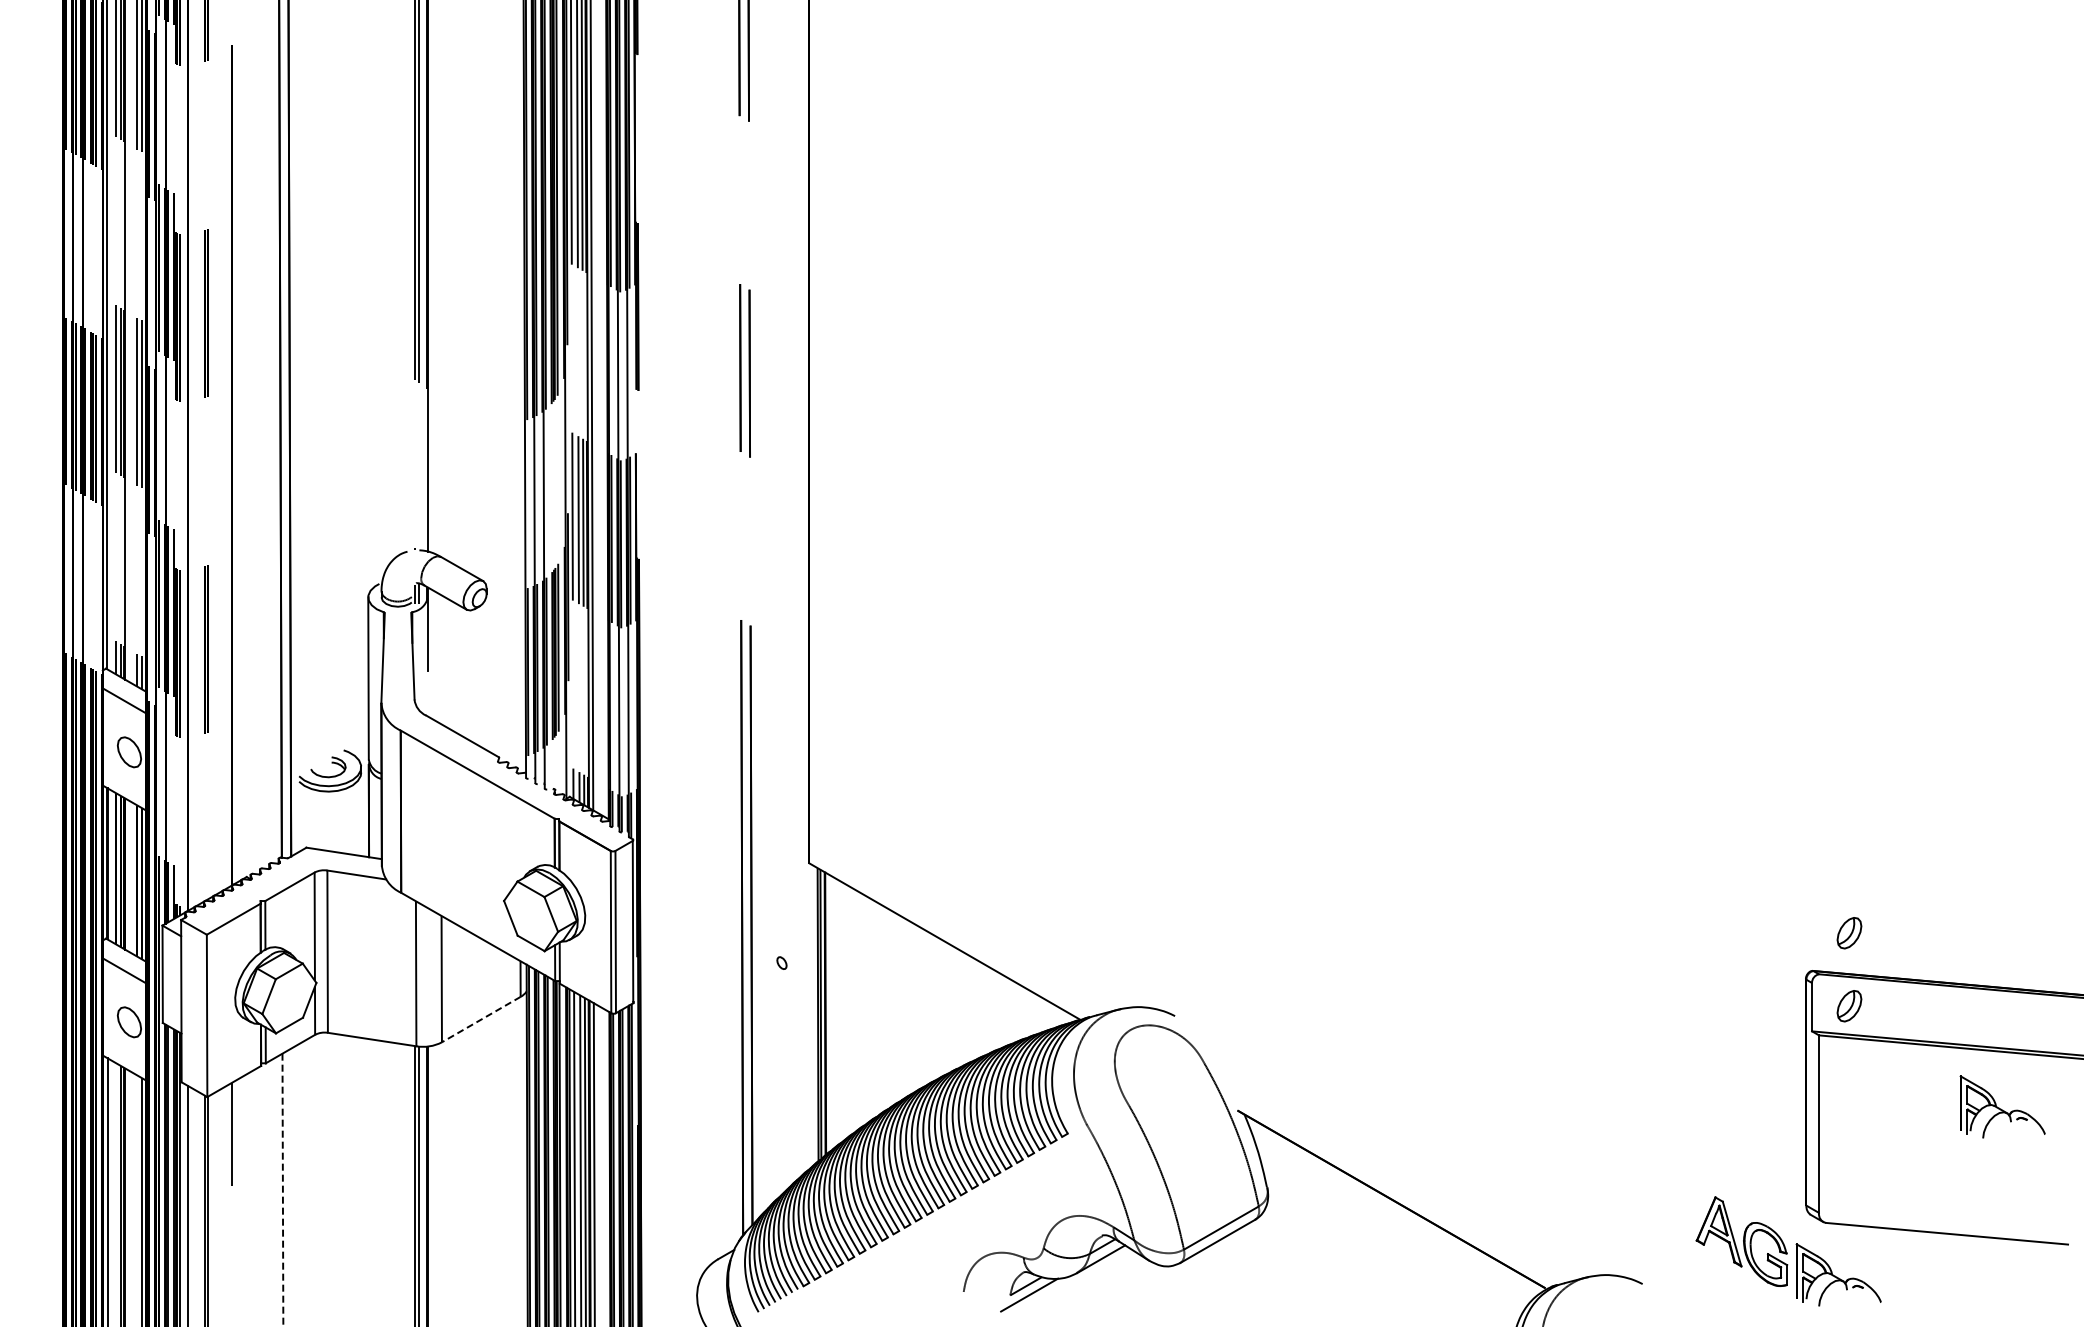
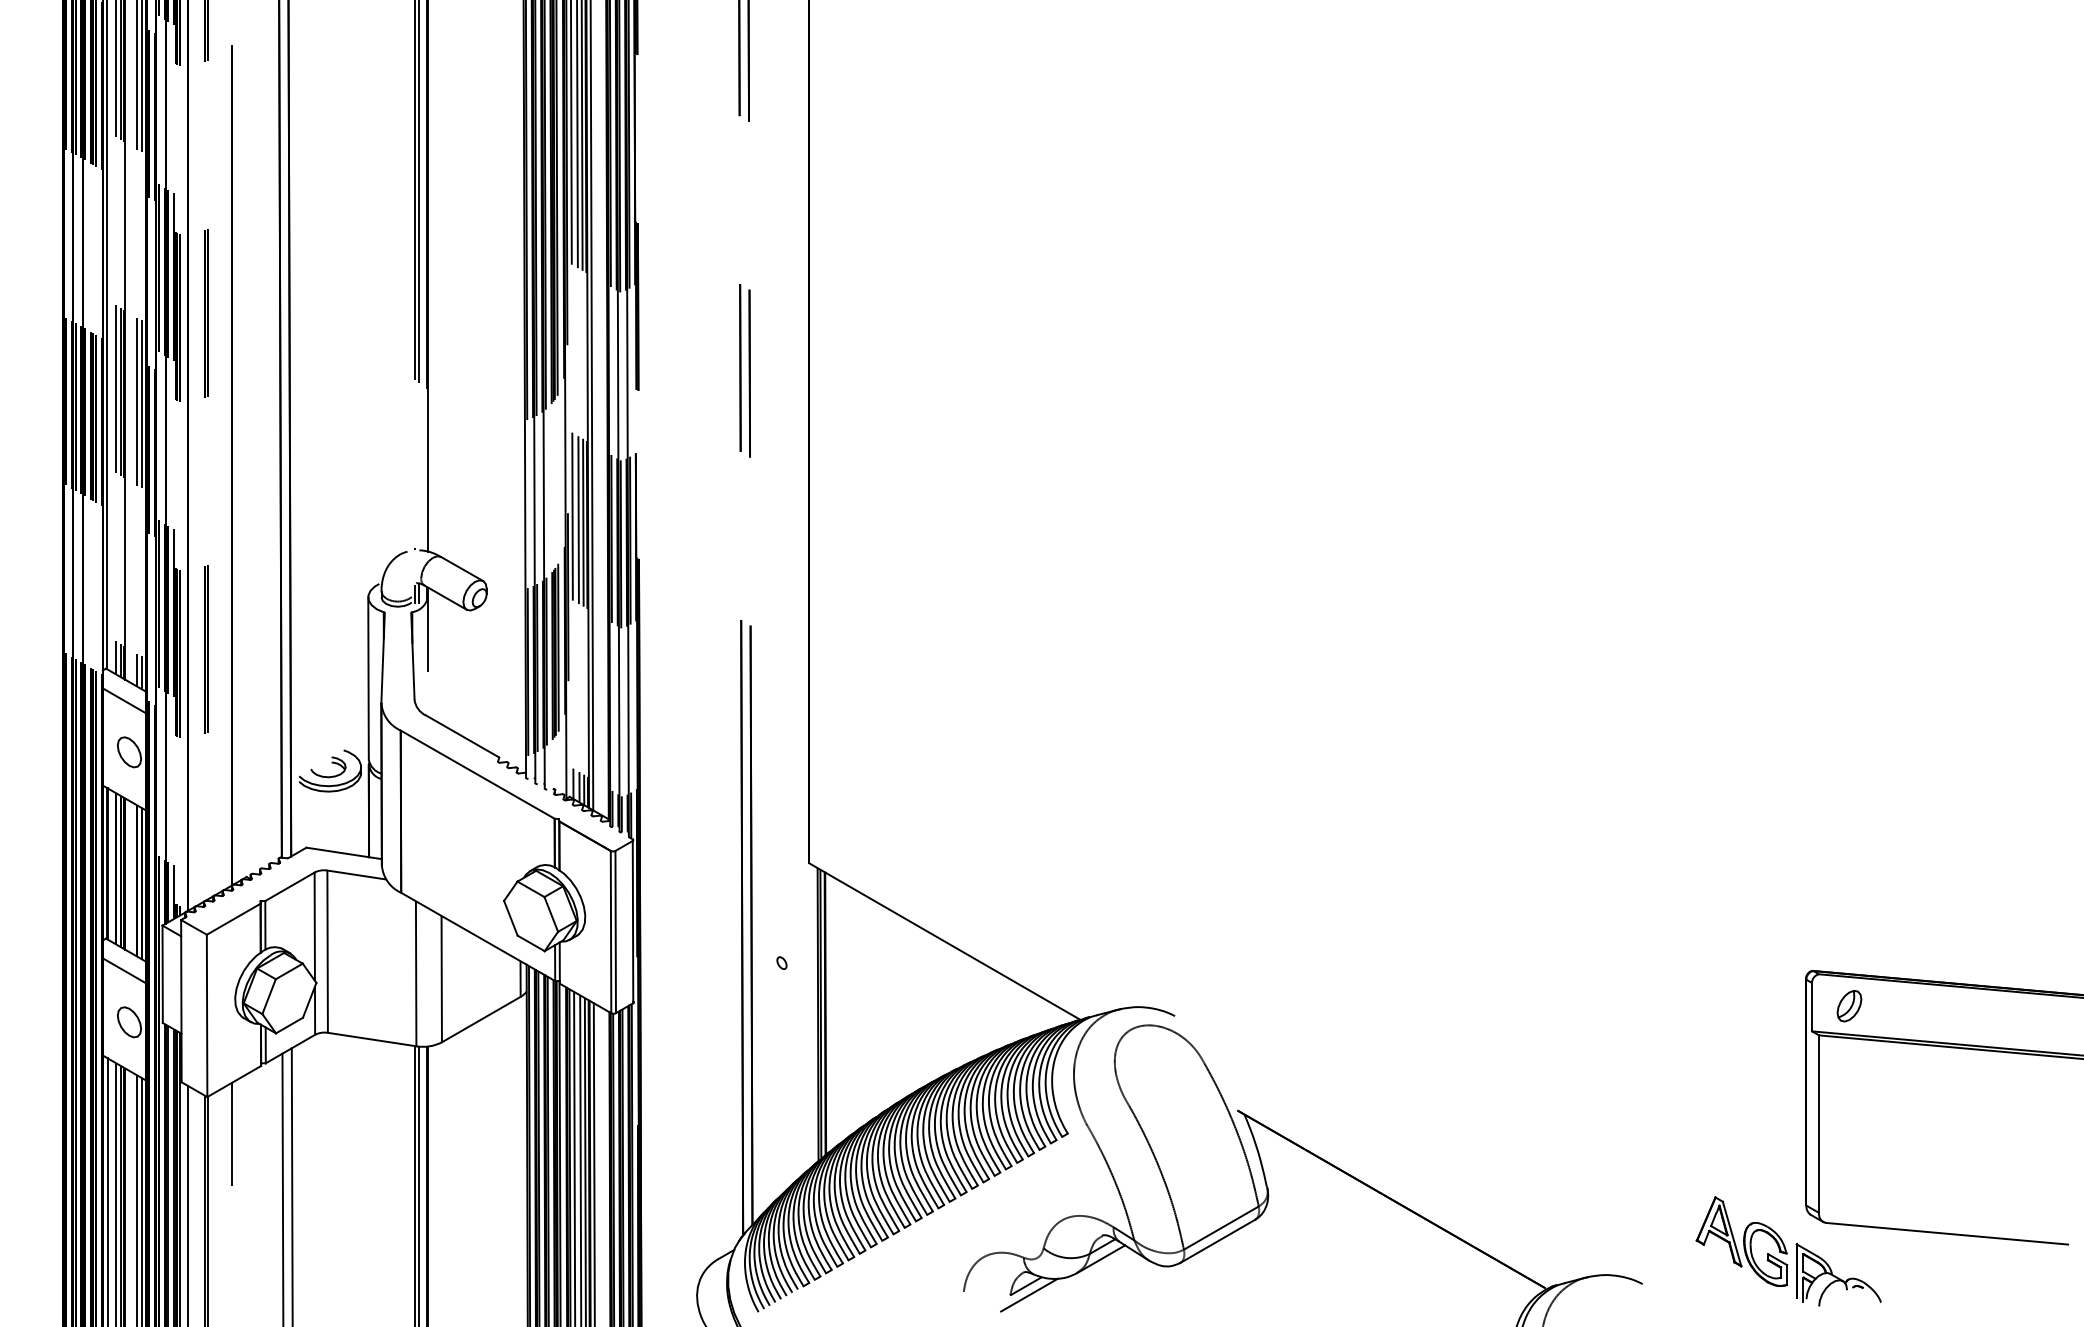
part at (1849, 933): present -> none
line at (480, 1019): dashed -> solid
part at (2002, 1106): present -> none
line at (291, 1185): none -> present
line at (282, 1190): dashed -> solid
line at (115, 1193): none -> present
line at (137, 1199): none -> present
